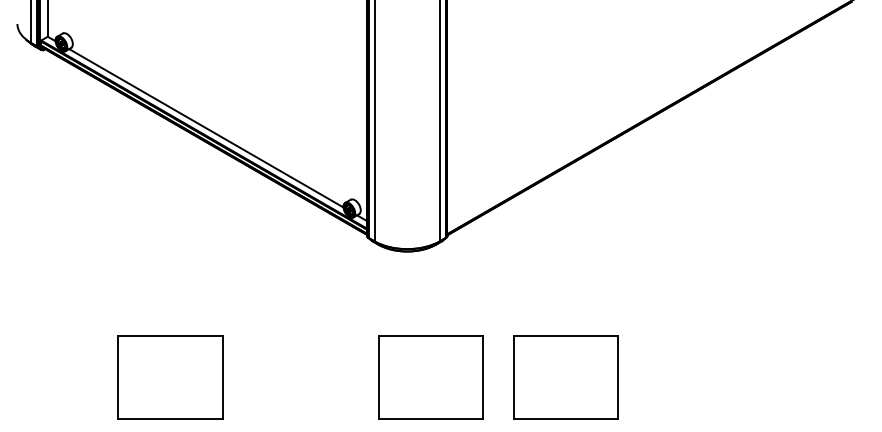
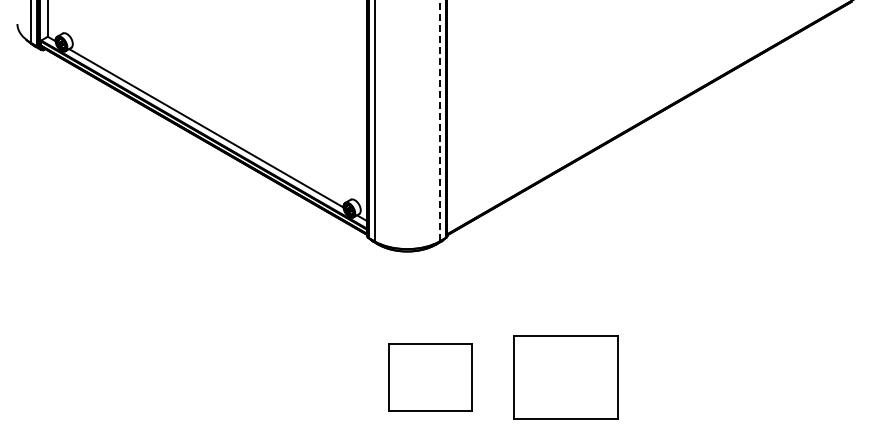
line at (439, 120): solid -> dashed
part at (170, 377): present -> none
part at (430, 377) size: 106x85 px -> 85x69 px
